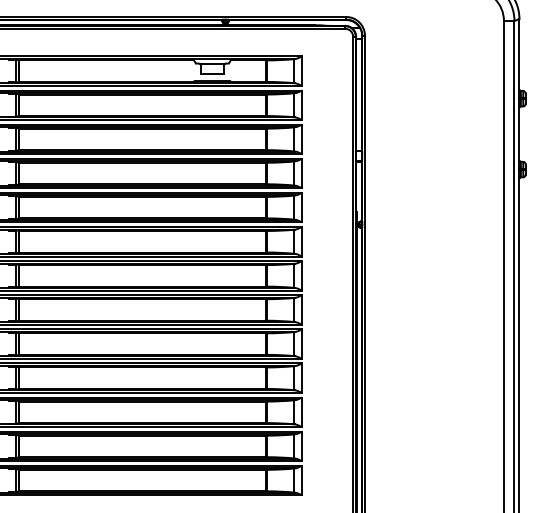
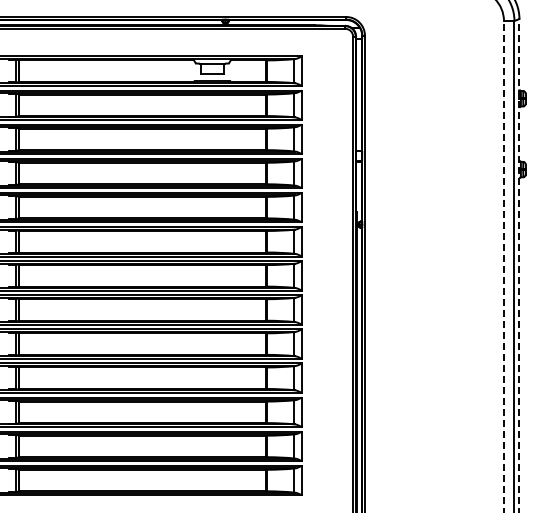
line at (519, 265): solid -> dashed
line at (503, 266): solid -> dashed
